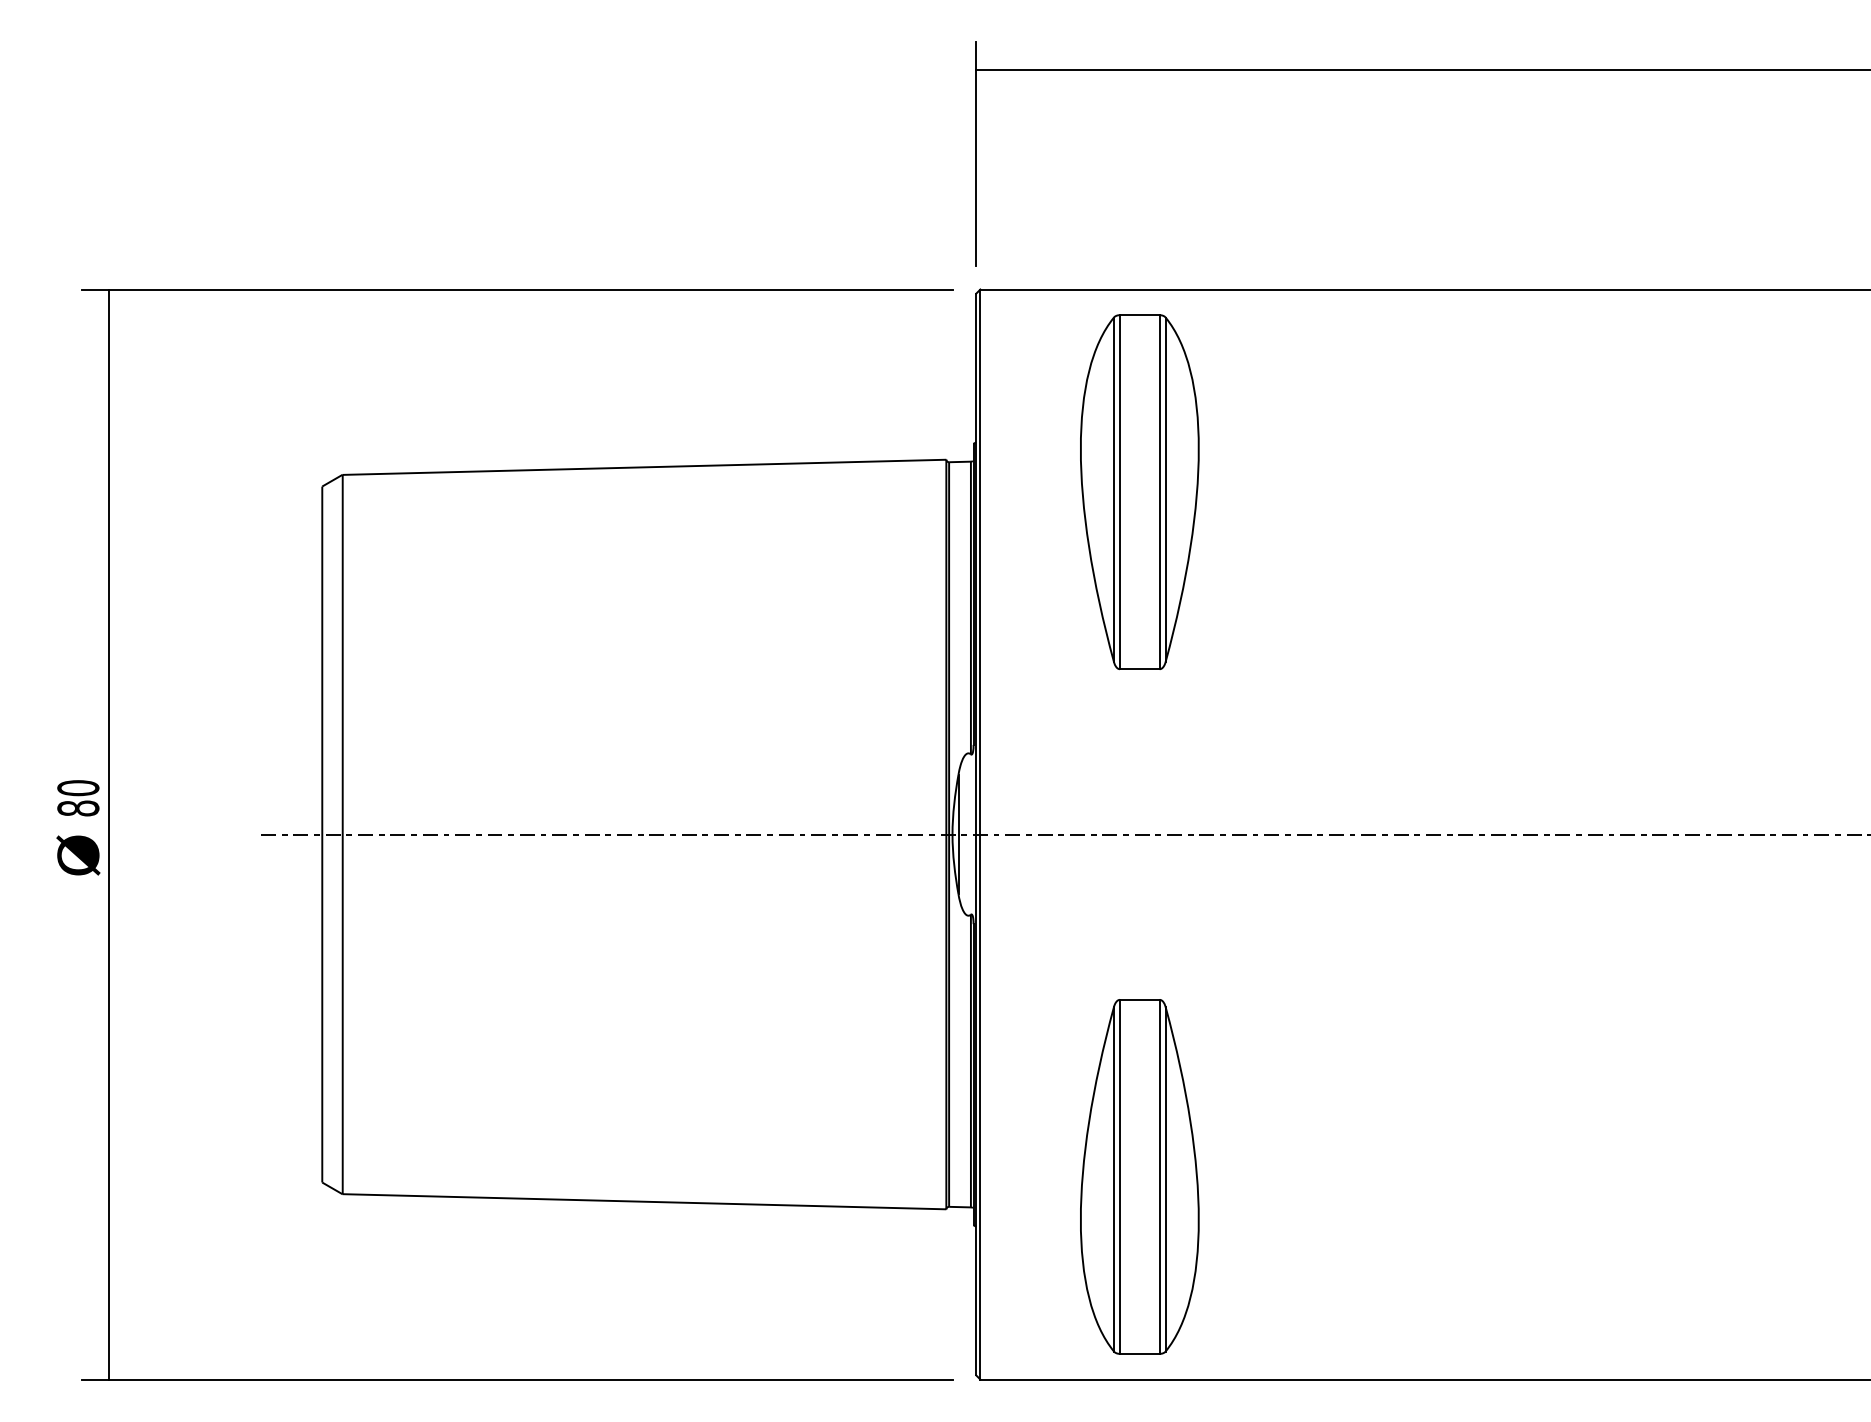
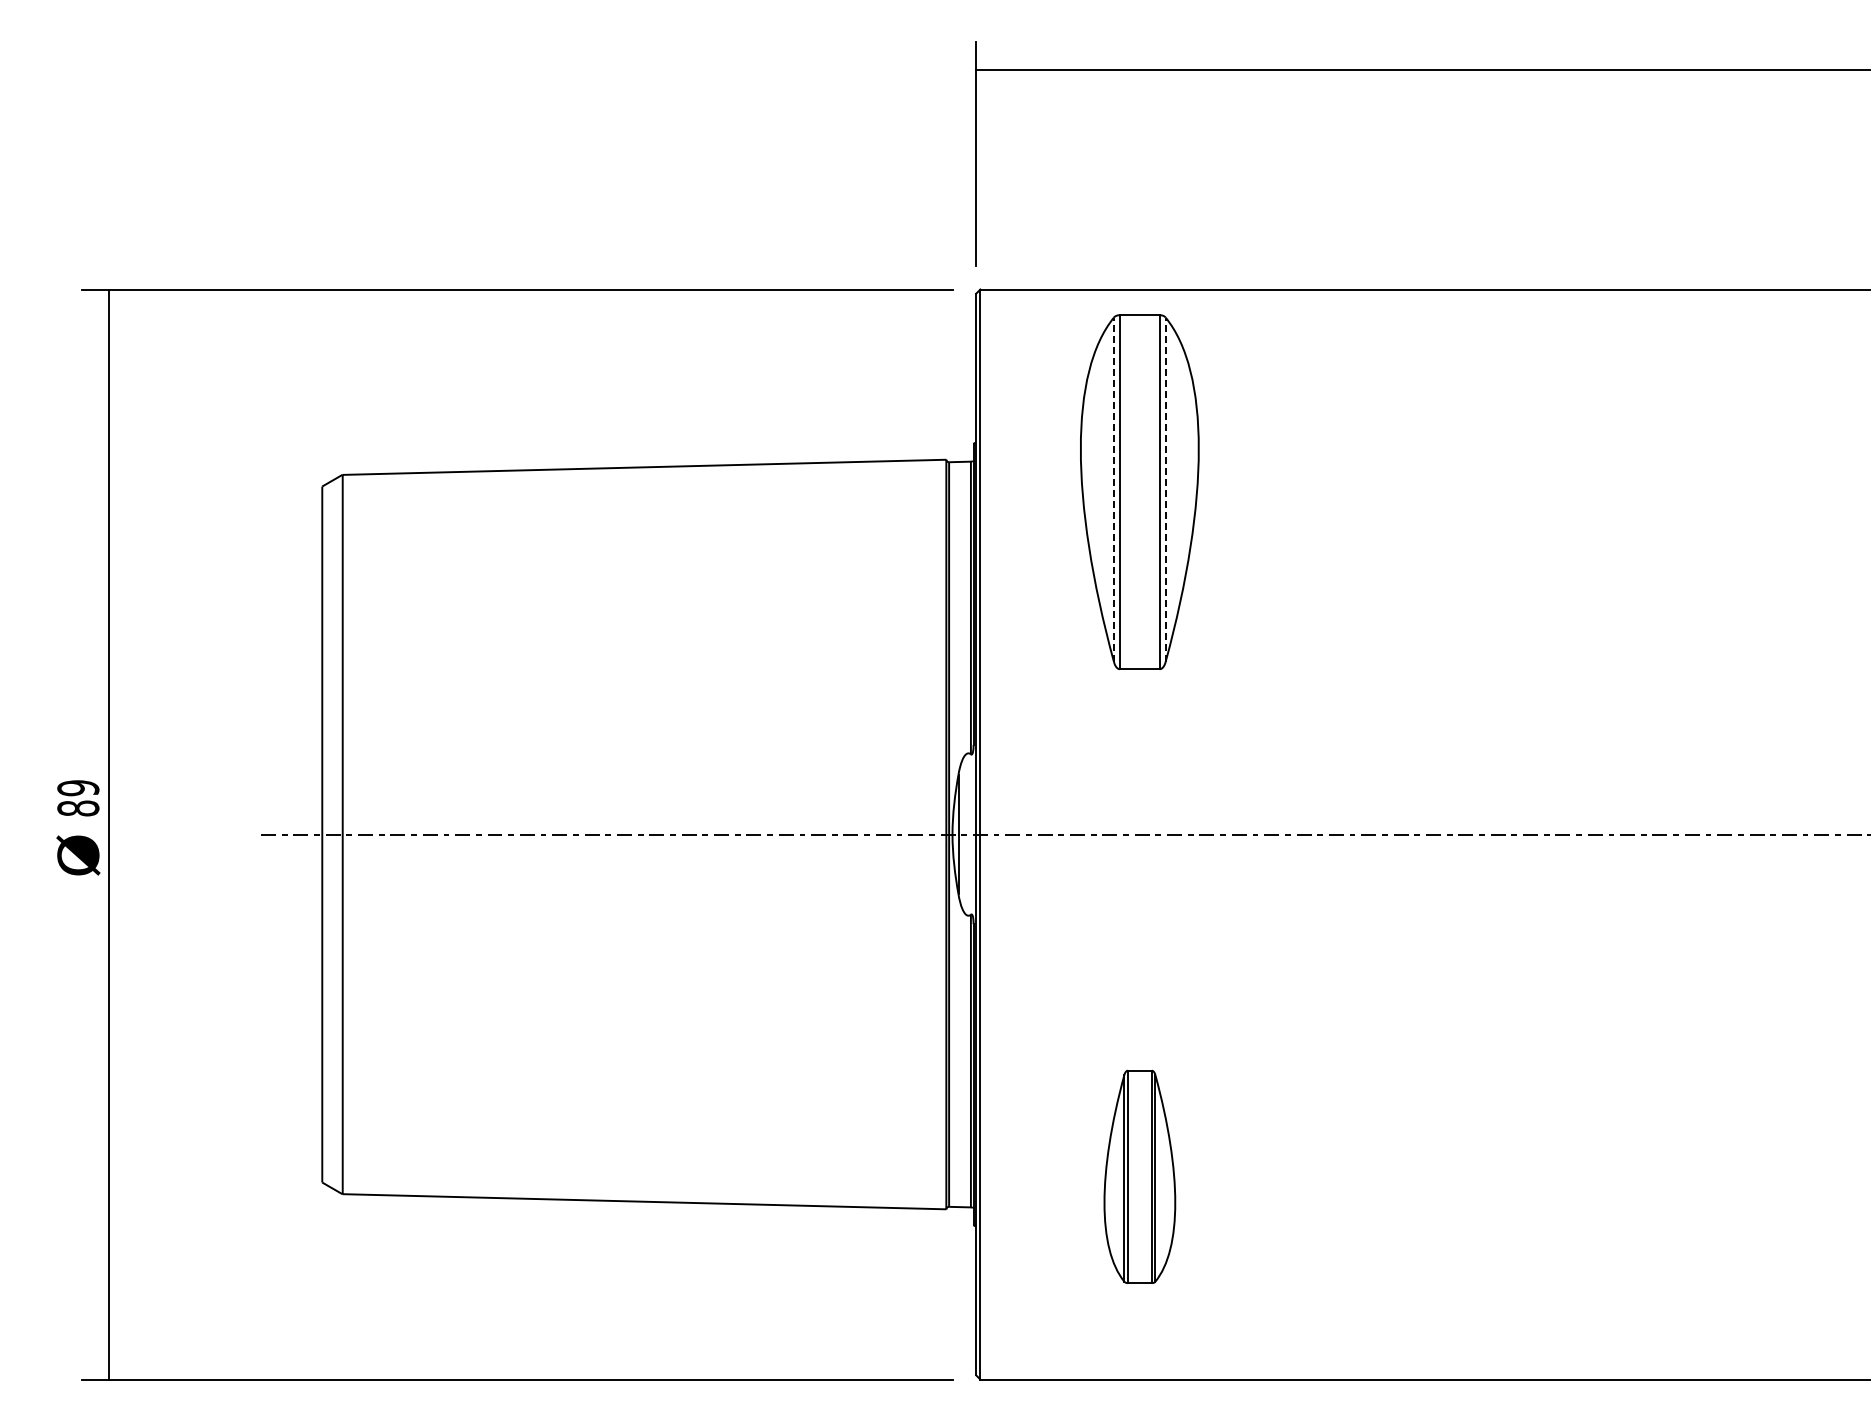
line at (1114, 489): solid -> dashed
line at (1165, 489): solid -> dashed
text at (78, 788): 80 -> 89
part at (1139, 1176) size: 120x356 px -> 74x215 px
